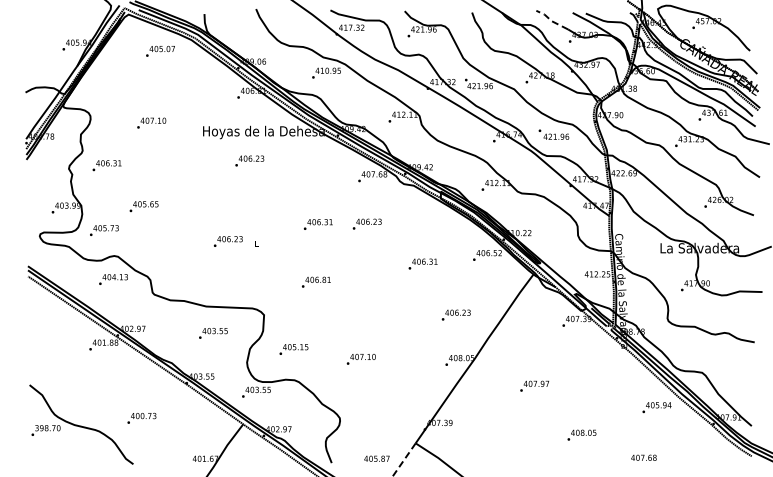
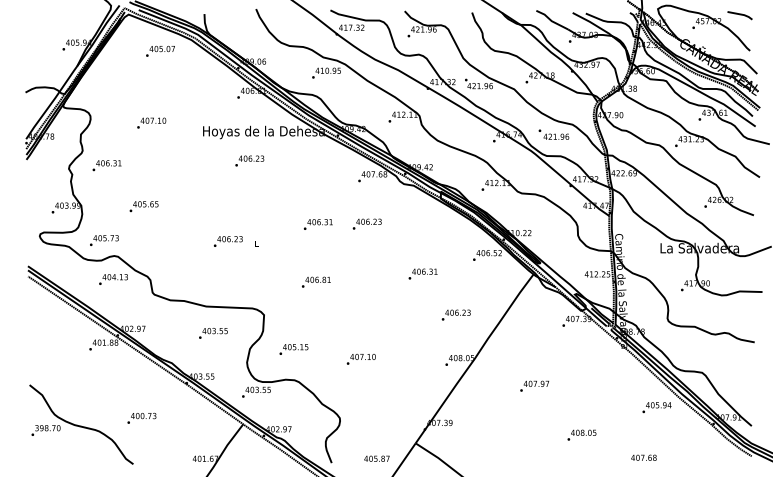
line at (739, 15): none -> present
line at (551, 20): dashed -> solid
text at (104, 230) position: (104, 230) -> (104, 240)
text at (422, 263) position: (422, 263) -> (422, 273)
line at (403, 460): dashed -> solid
